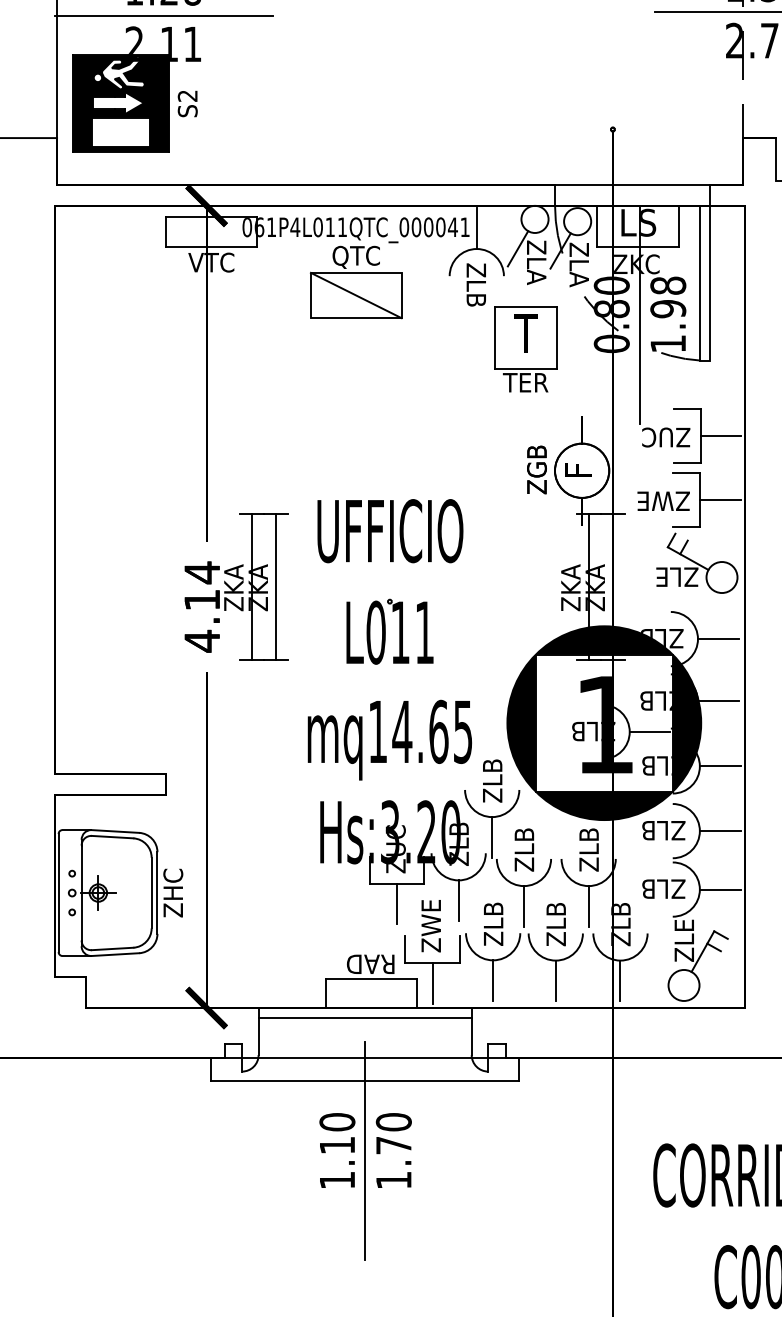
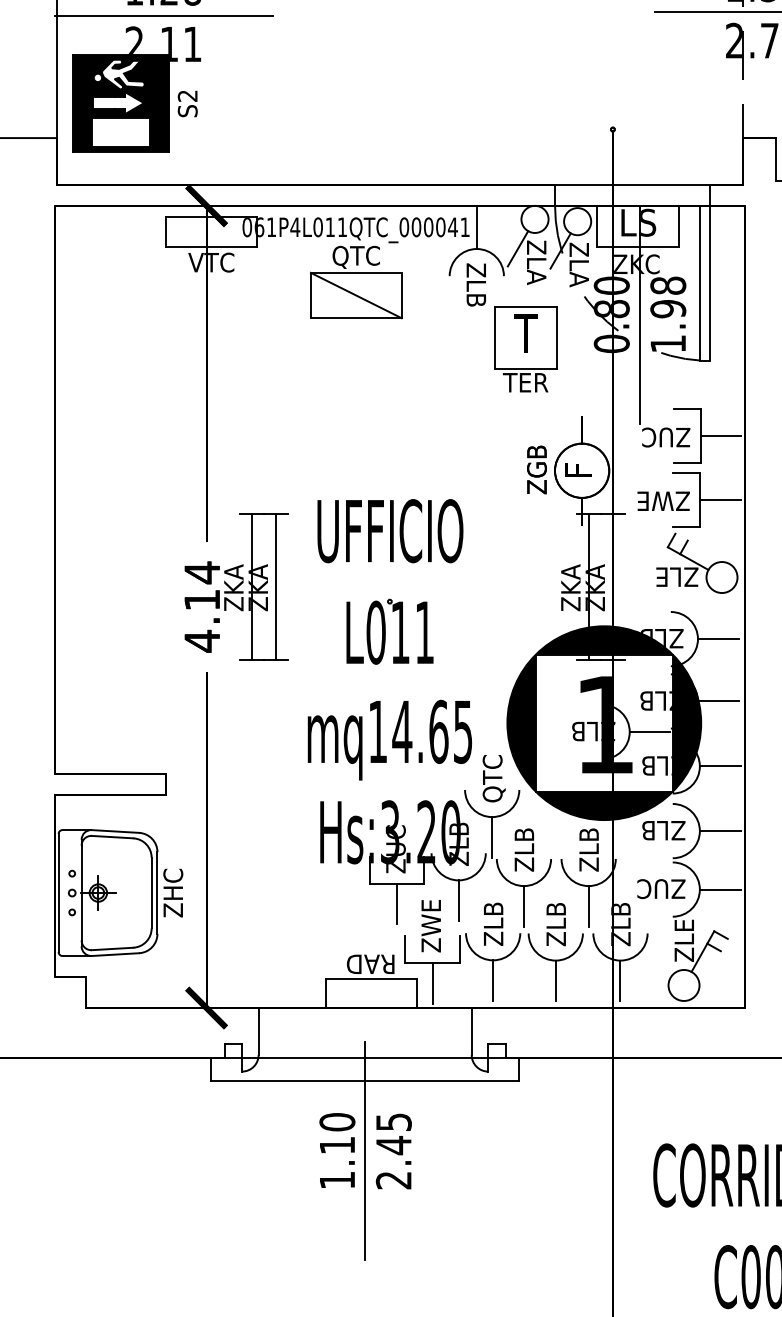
text at (493, 778): ZLB -> QTC
text at (652, 889): ZLB -> ZUC
line at (364, 1017): present -> none
text at (393, 1151): 1.70 -> 2.45
